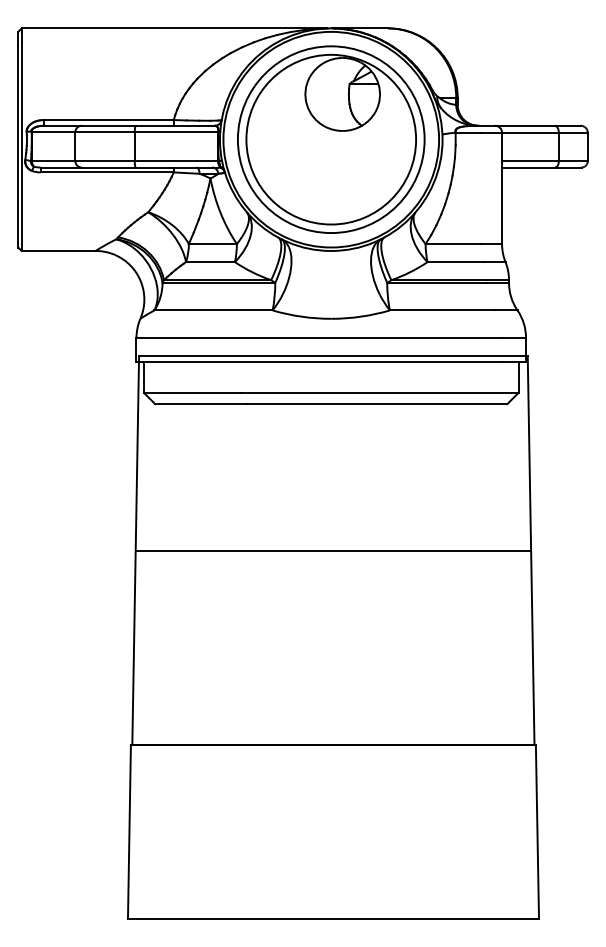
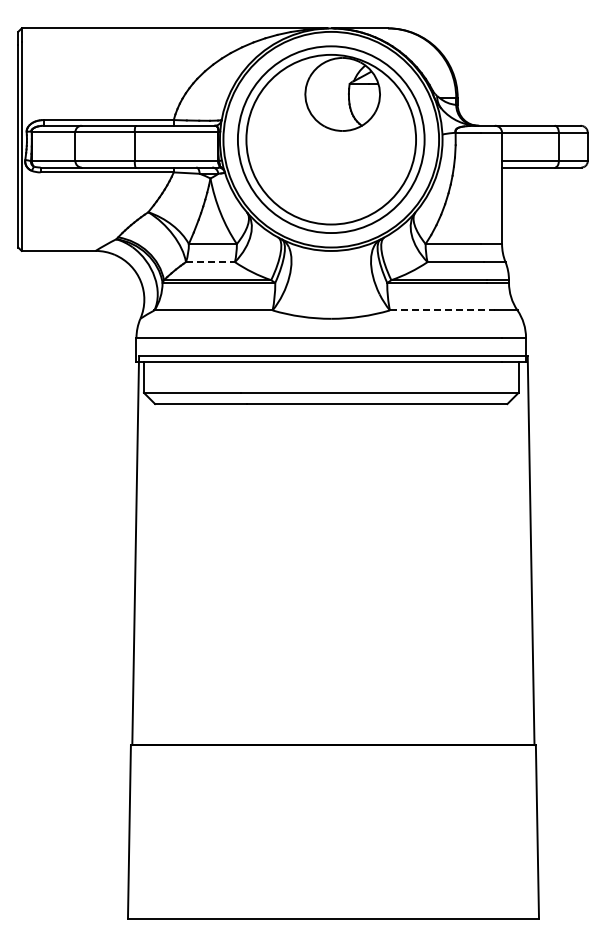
line at (210, 262): solid -> dashed
line at (442, 310): solid -> dashed
line at (333, 550): present -> none
